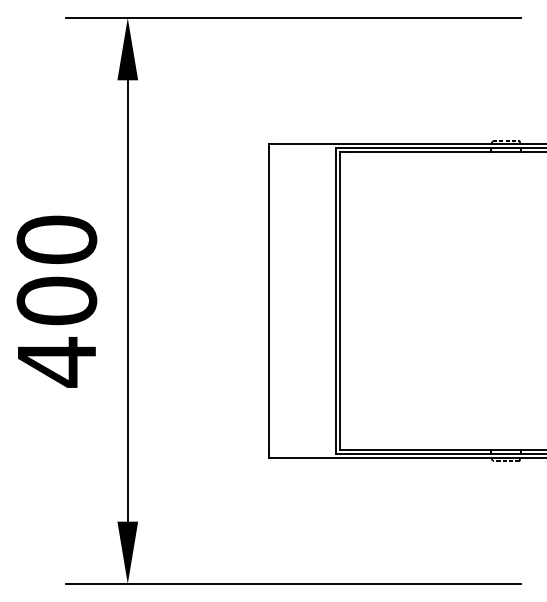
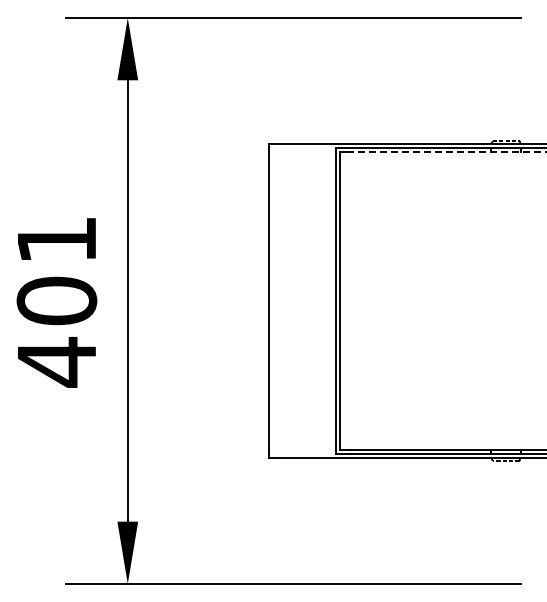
line at (448, 152): solid -> dashed
text at (56, 239): 400 -> 401
